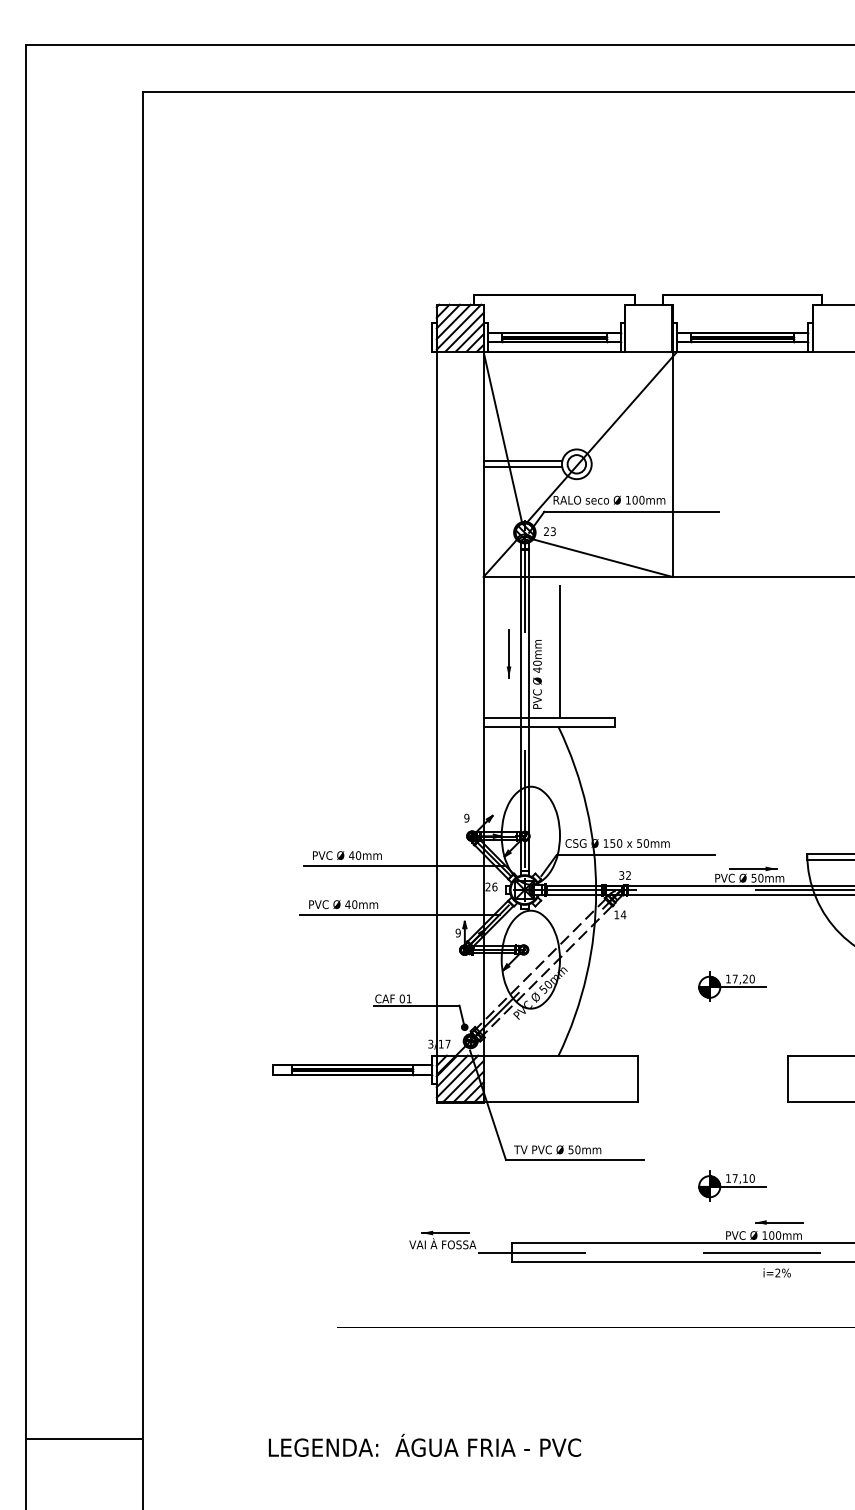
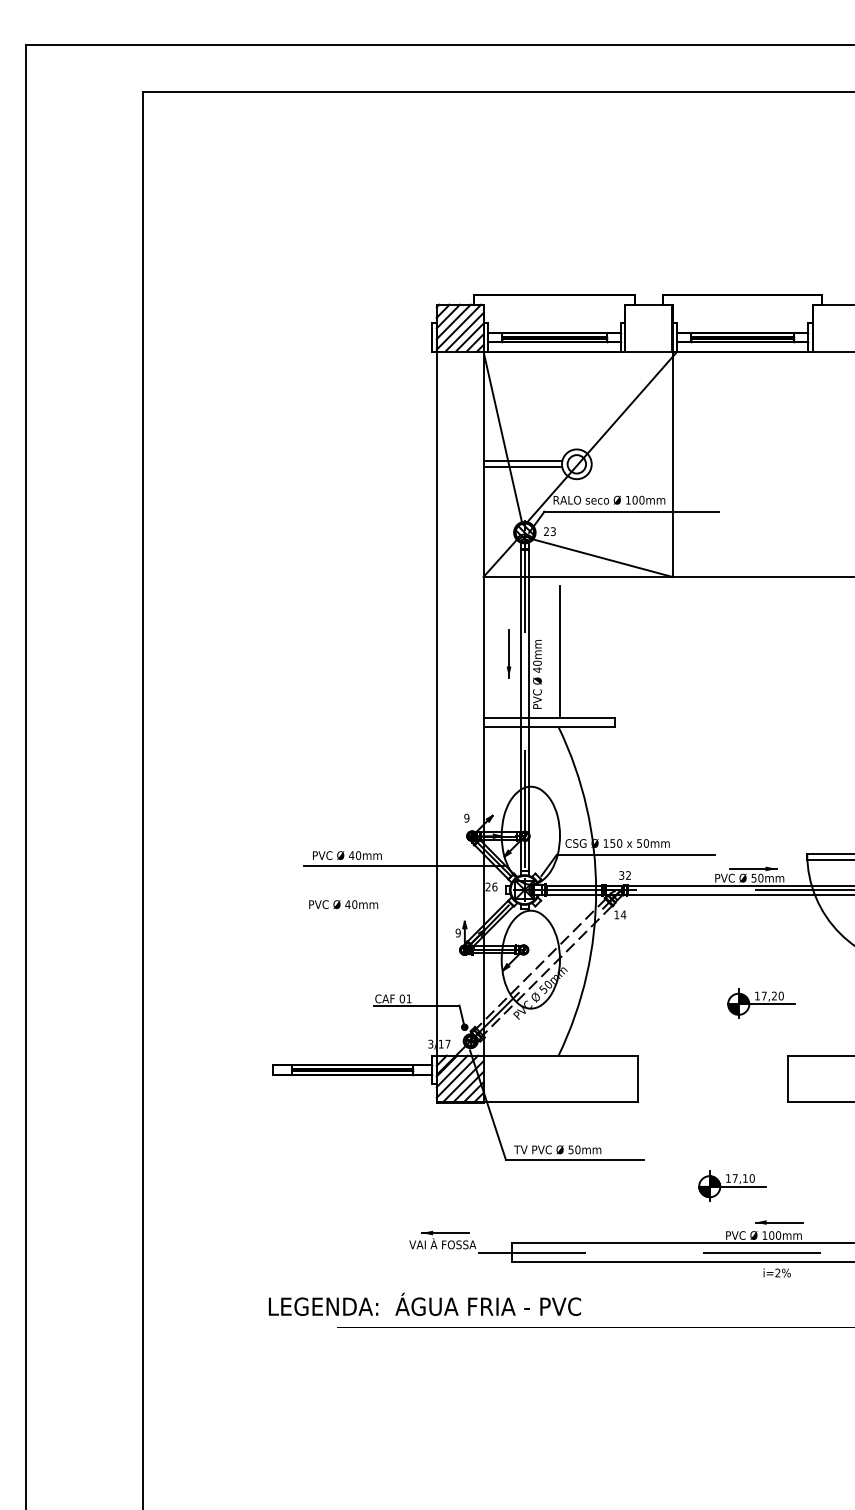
line at (399, 914): present -> none
part at (732, 986) position: (732, 986) -> (761, 1003)
line at (84, 1439): present -> none
text at (424, 1444) position: (424, 1444) -> (424, 1303)
